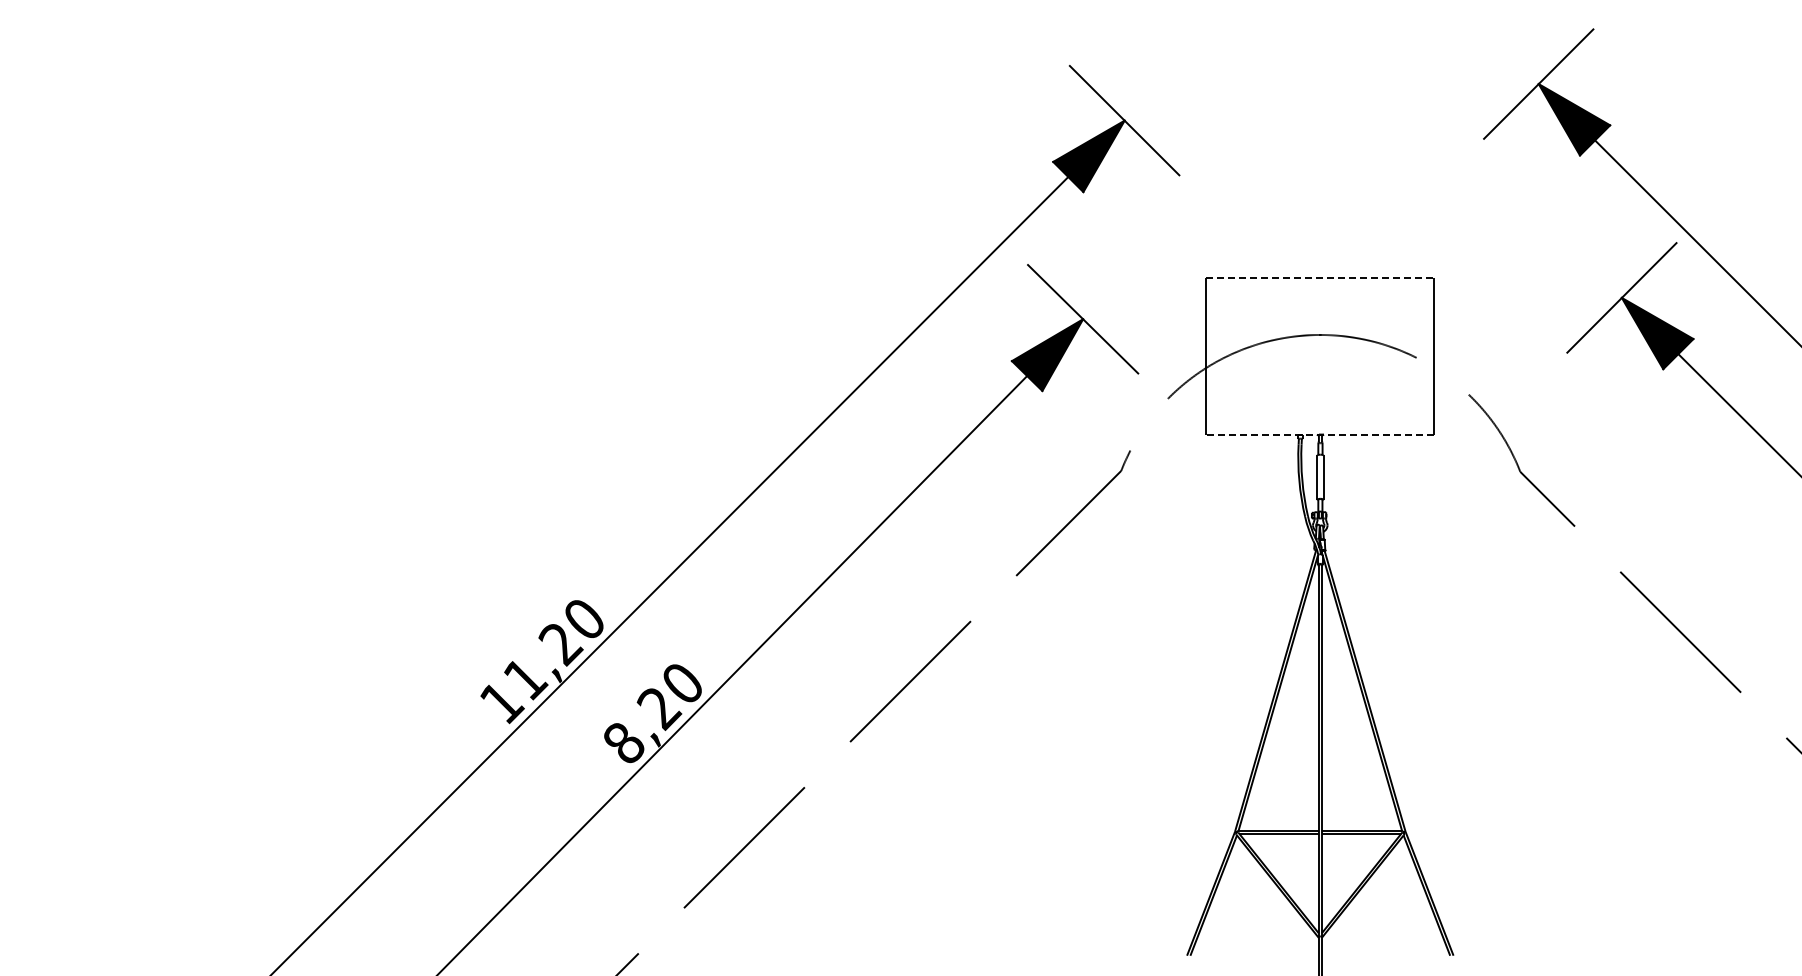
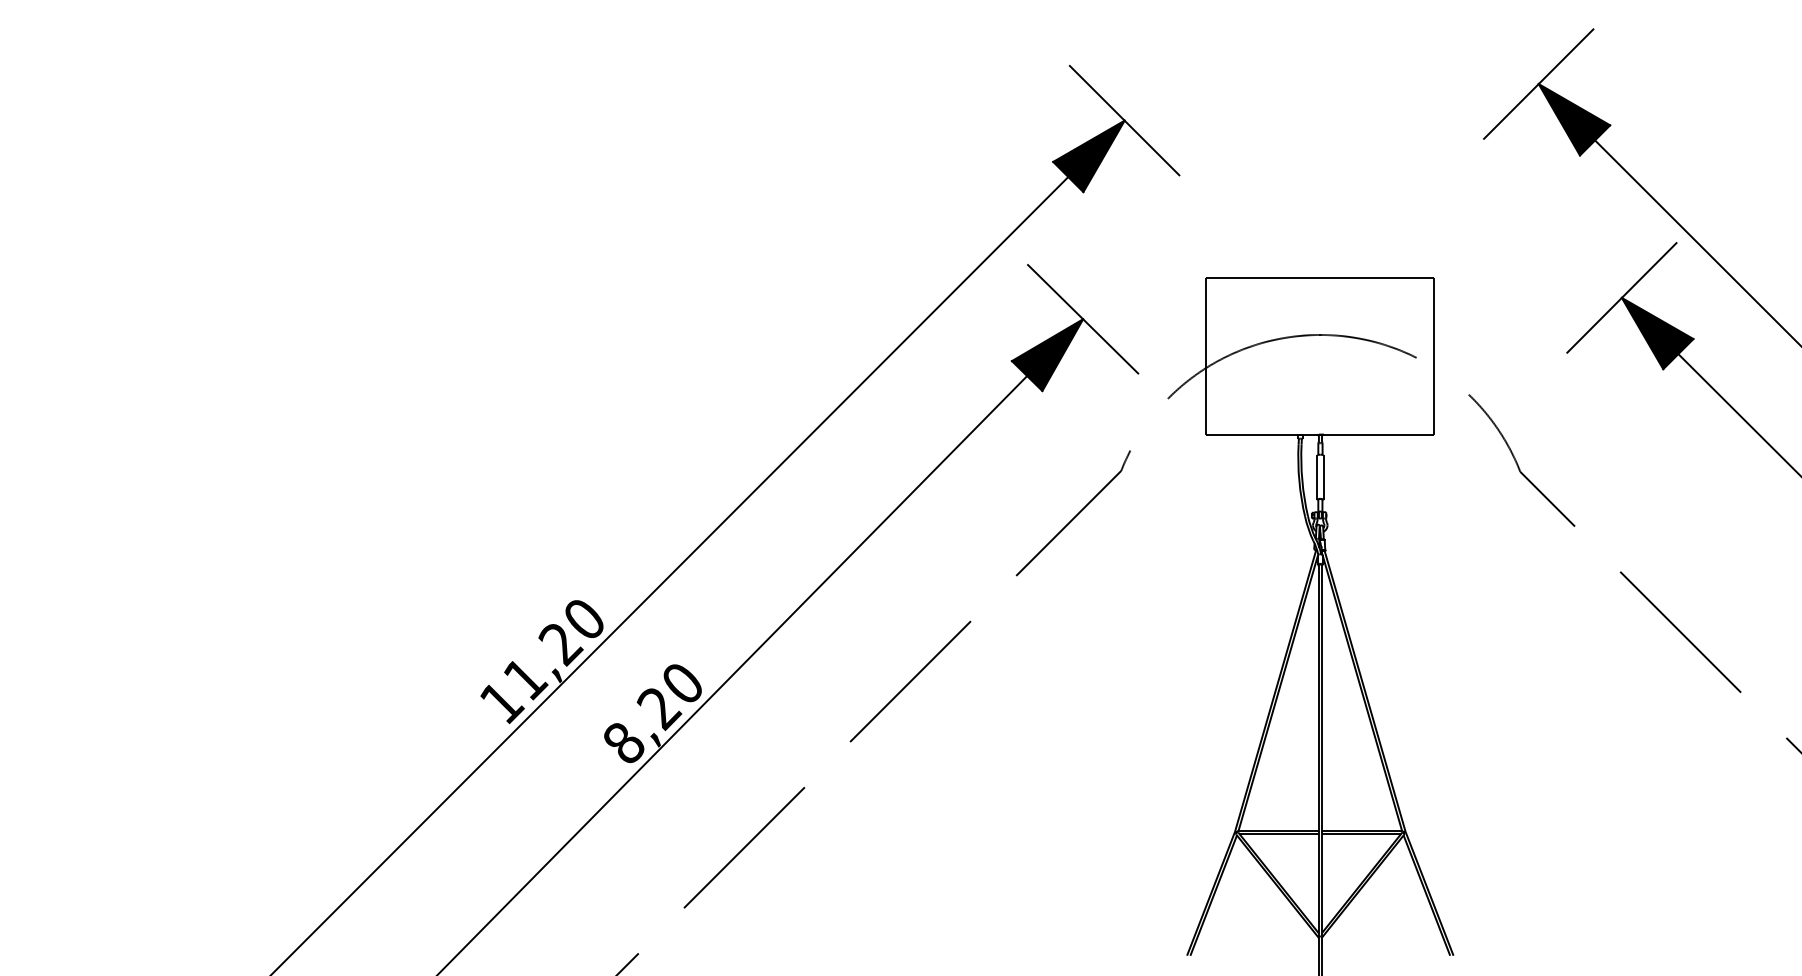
line at (1320, 277): dashed -> solid
line at (1320, 434): dashed -> solid
